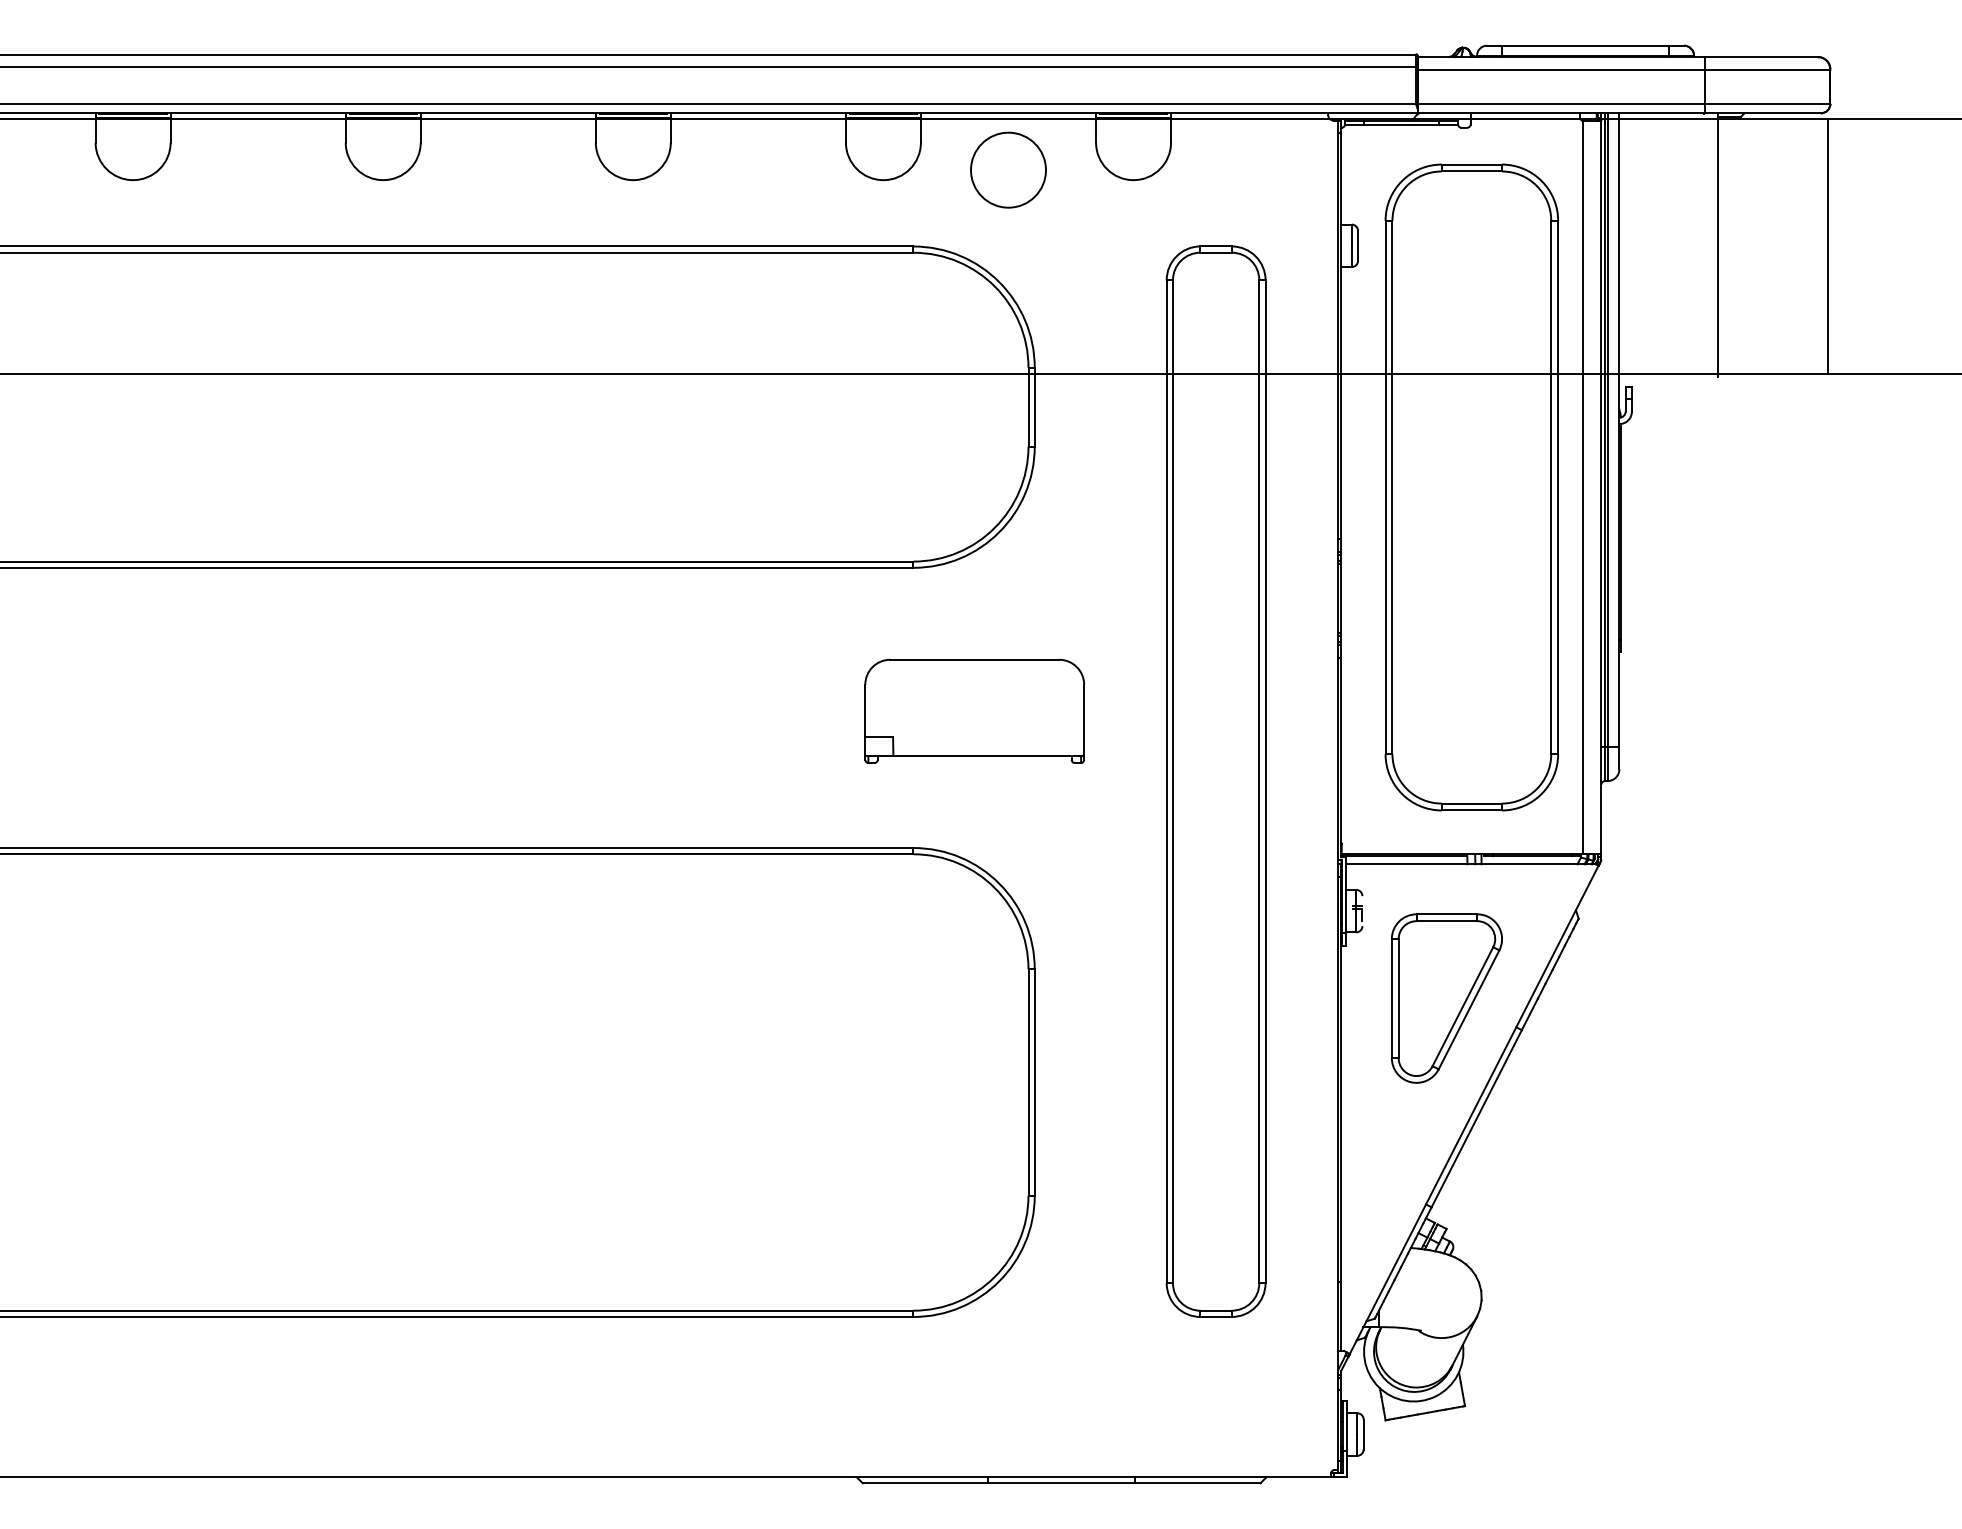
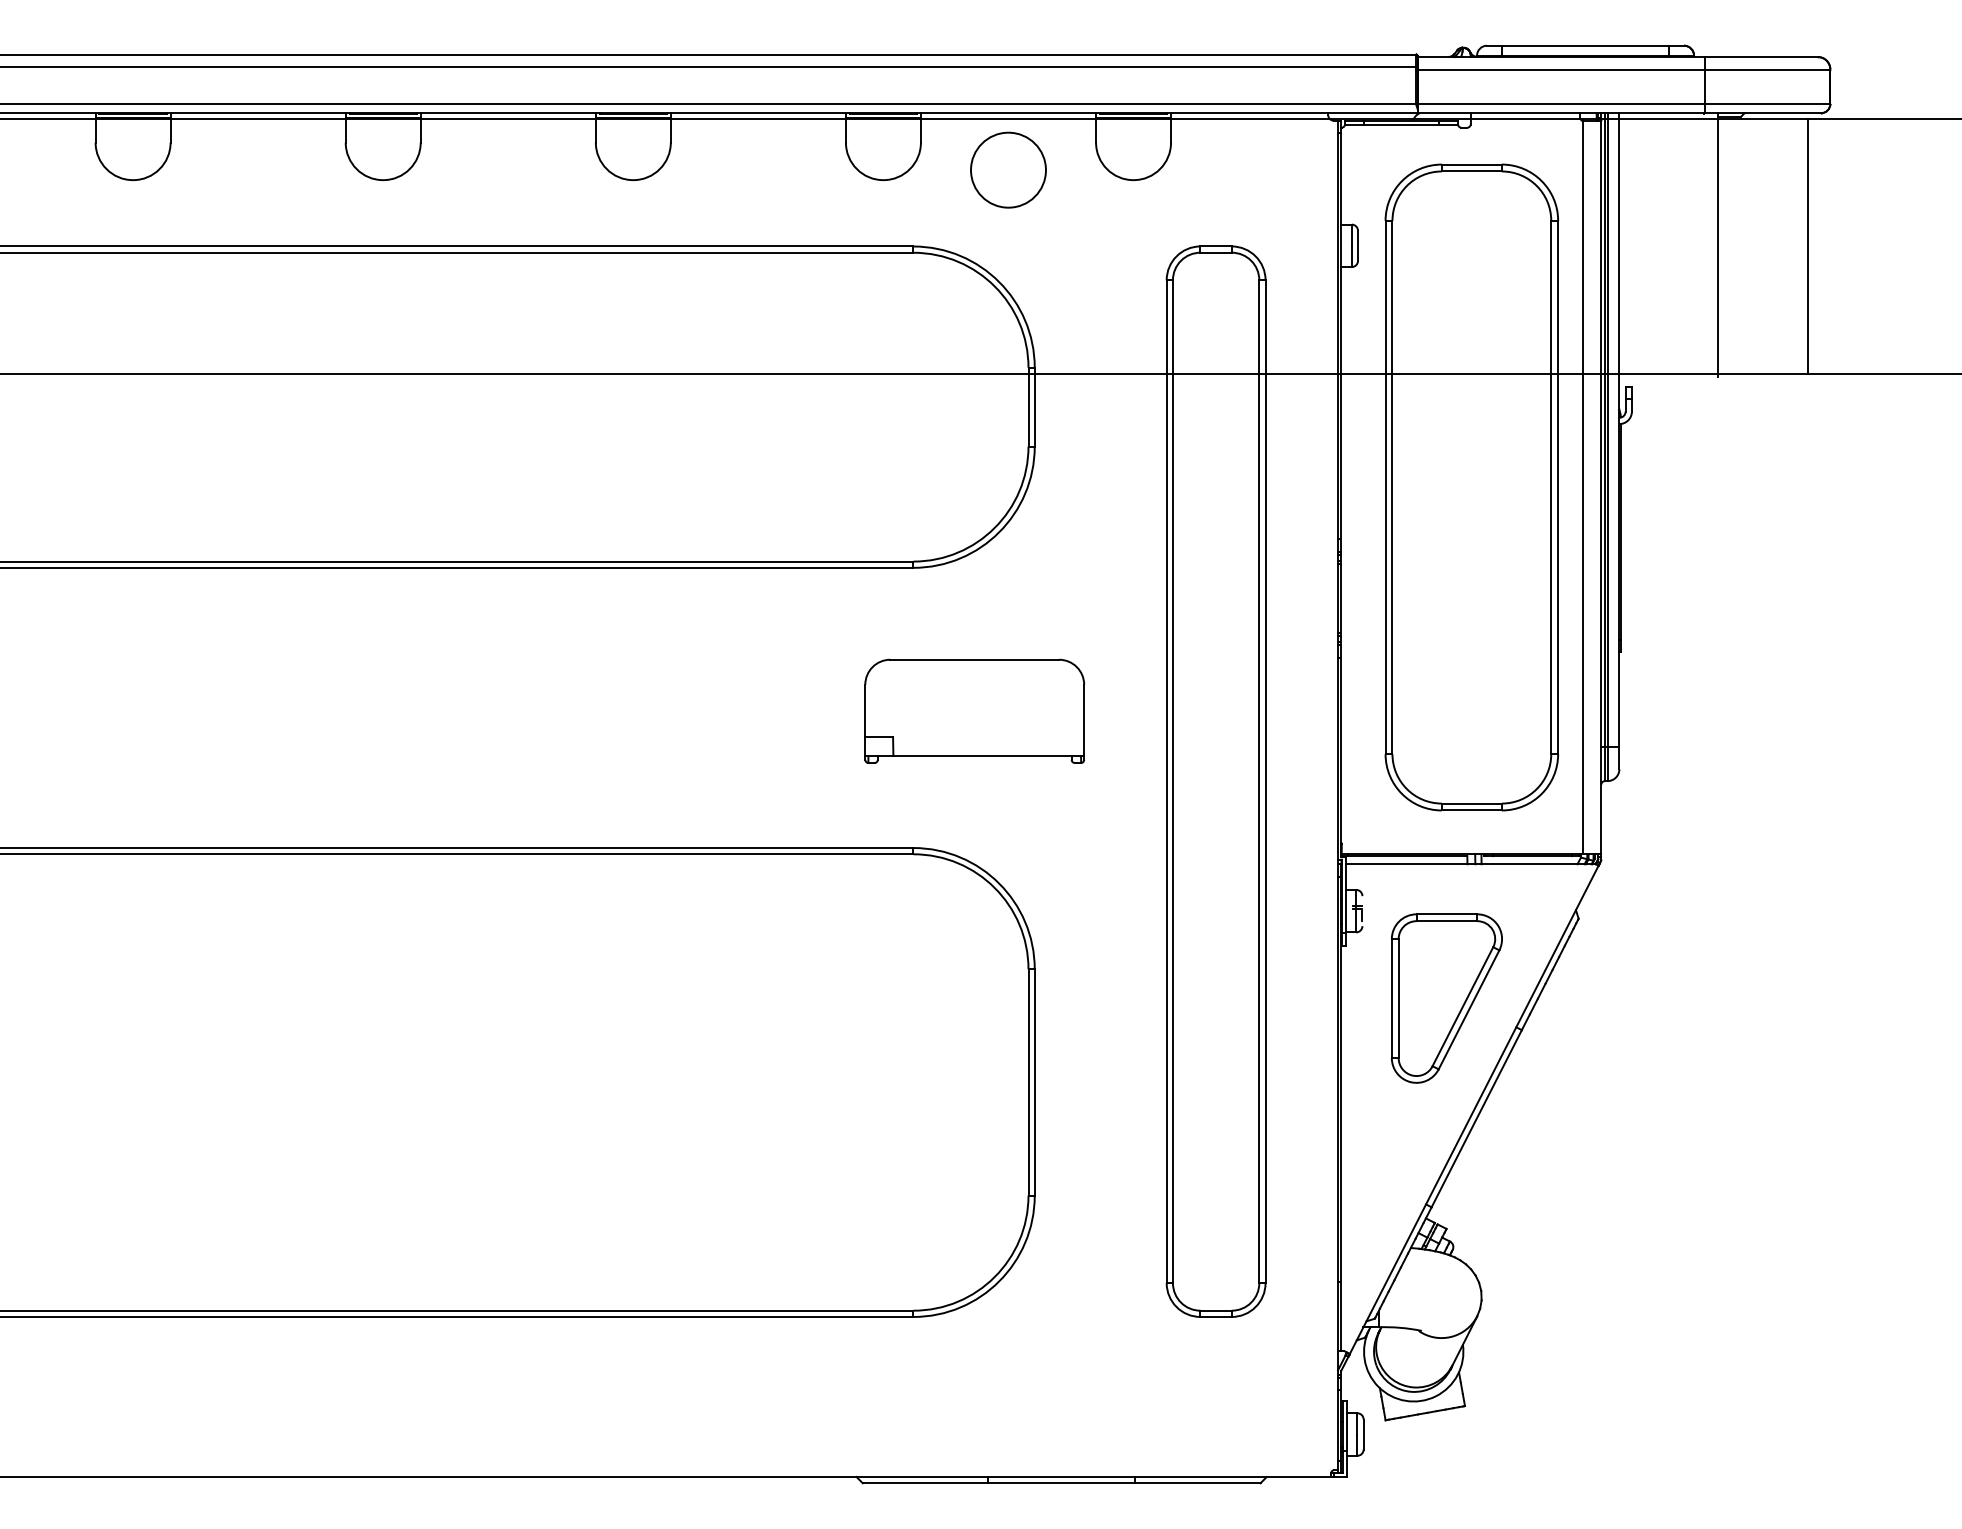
line at (1827, 246) position: (1827, 246) -> (1807, 246)
